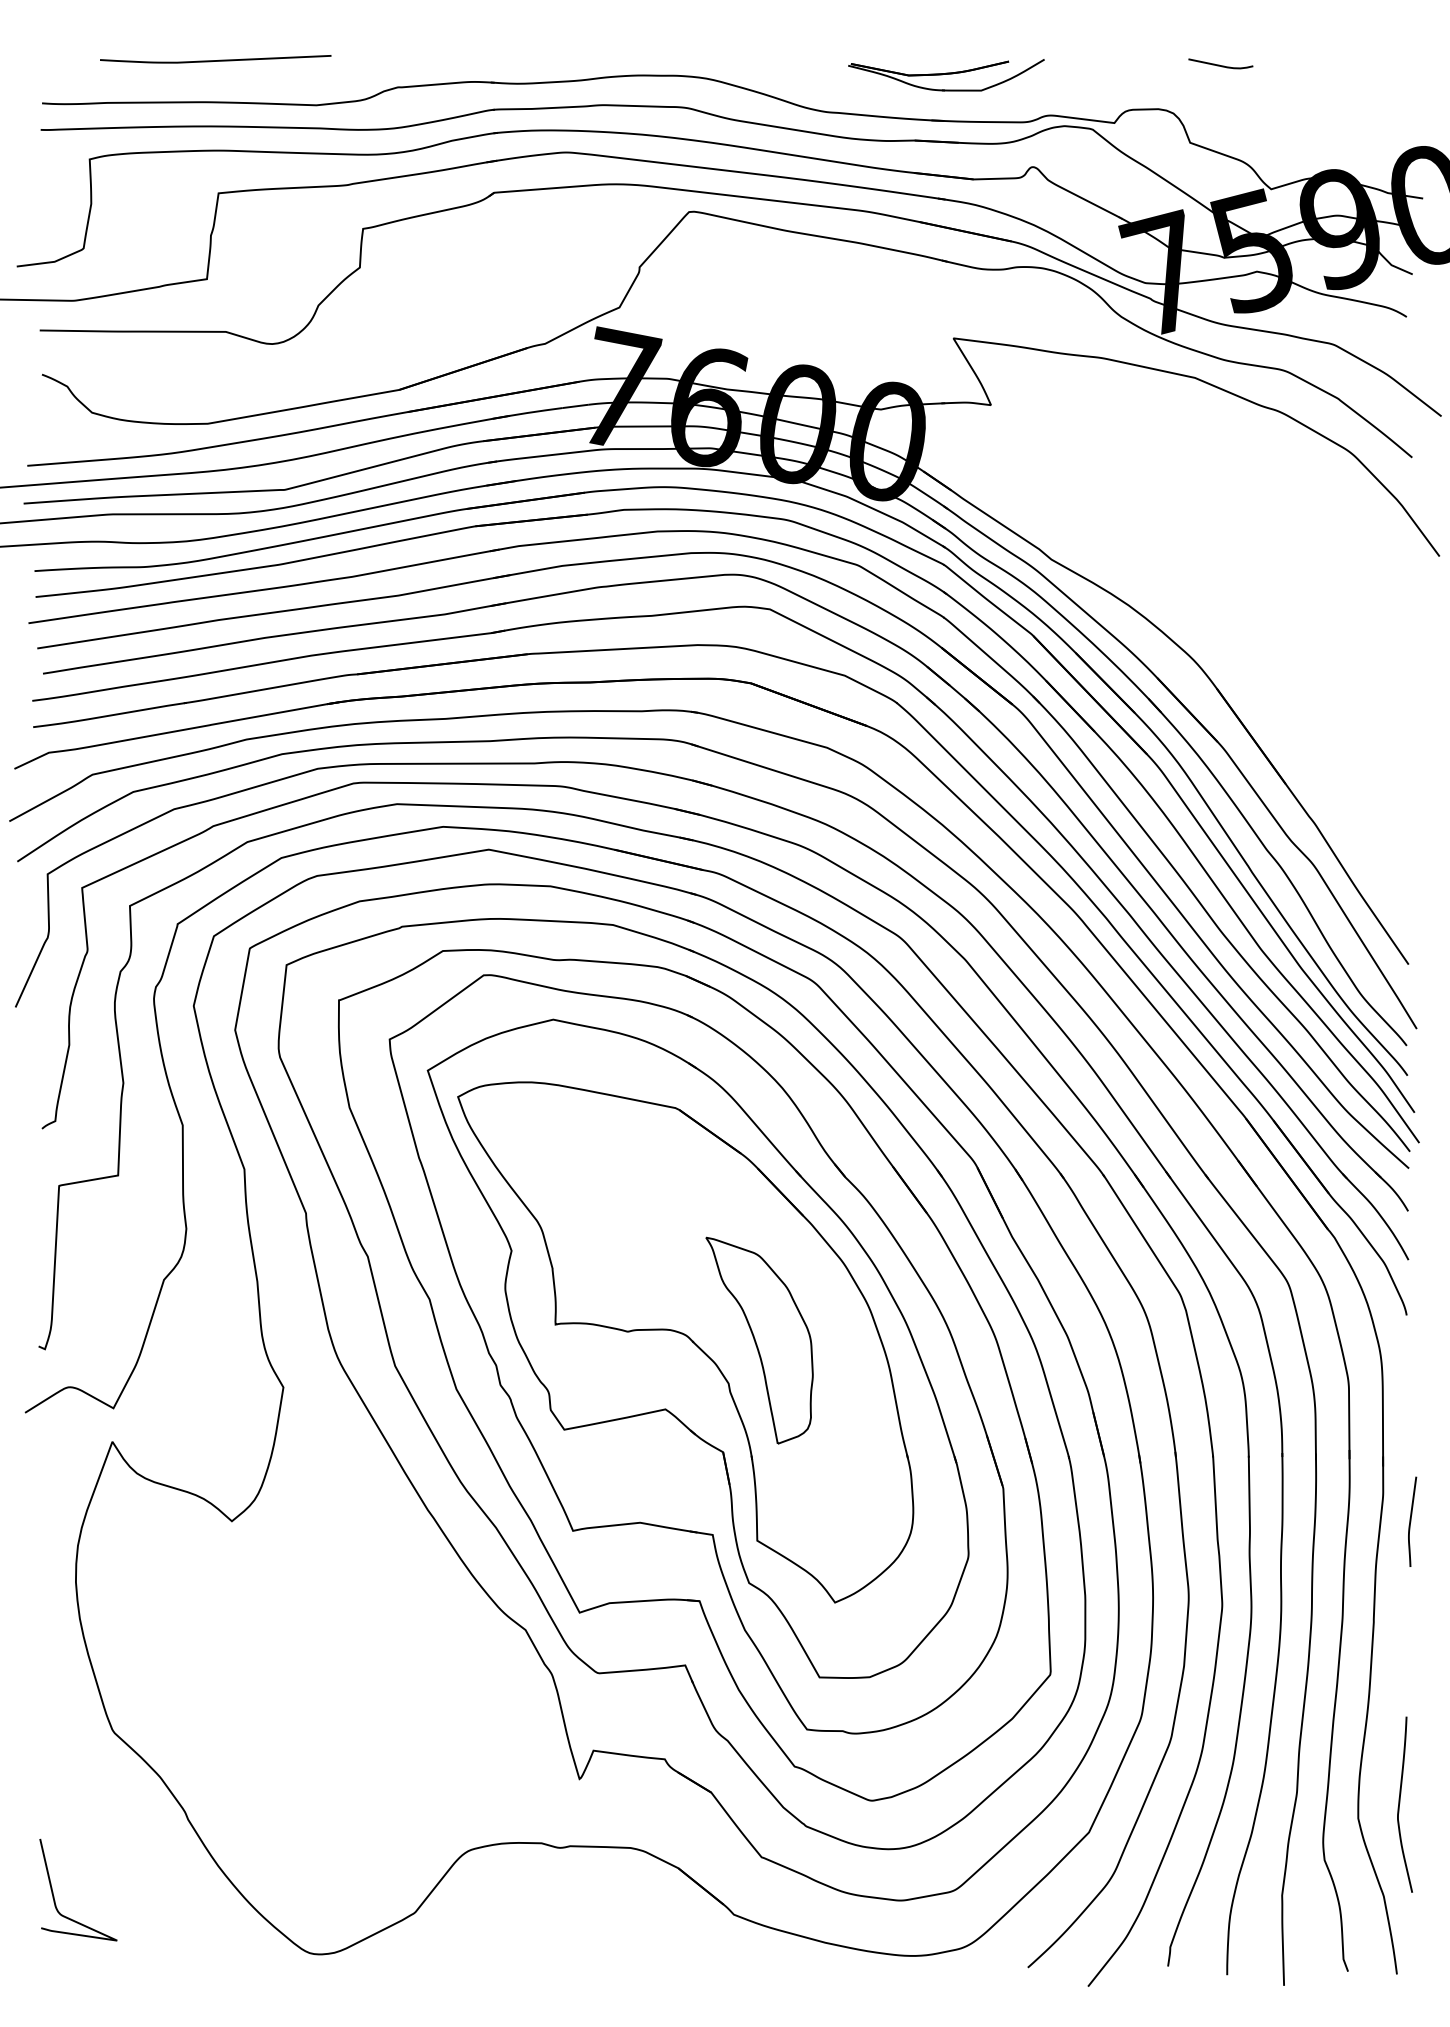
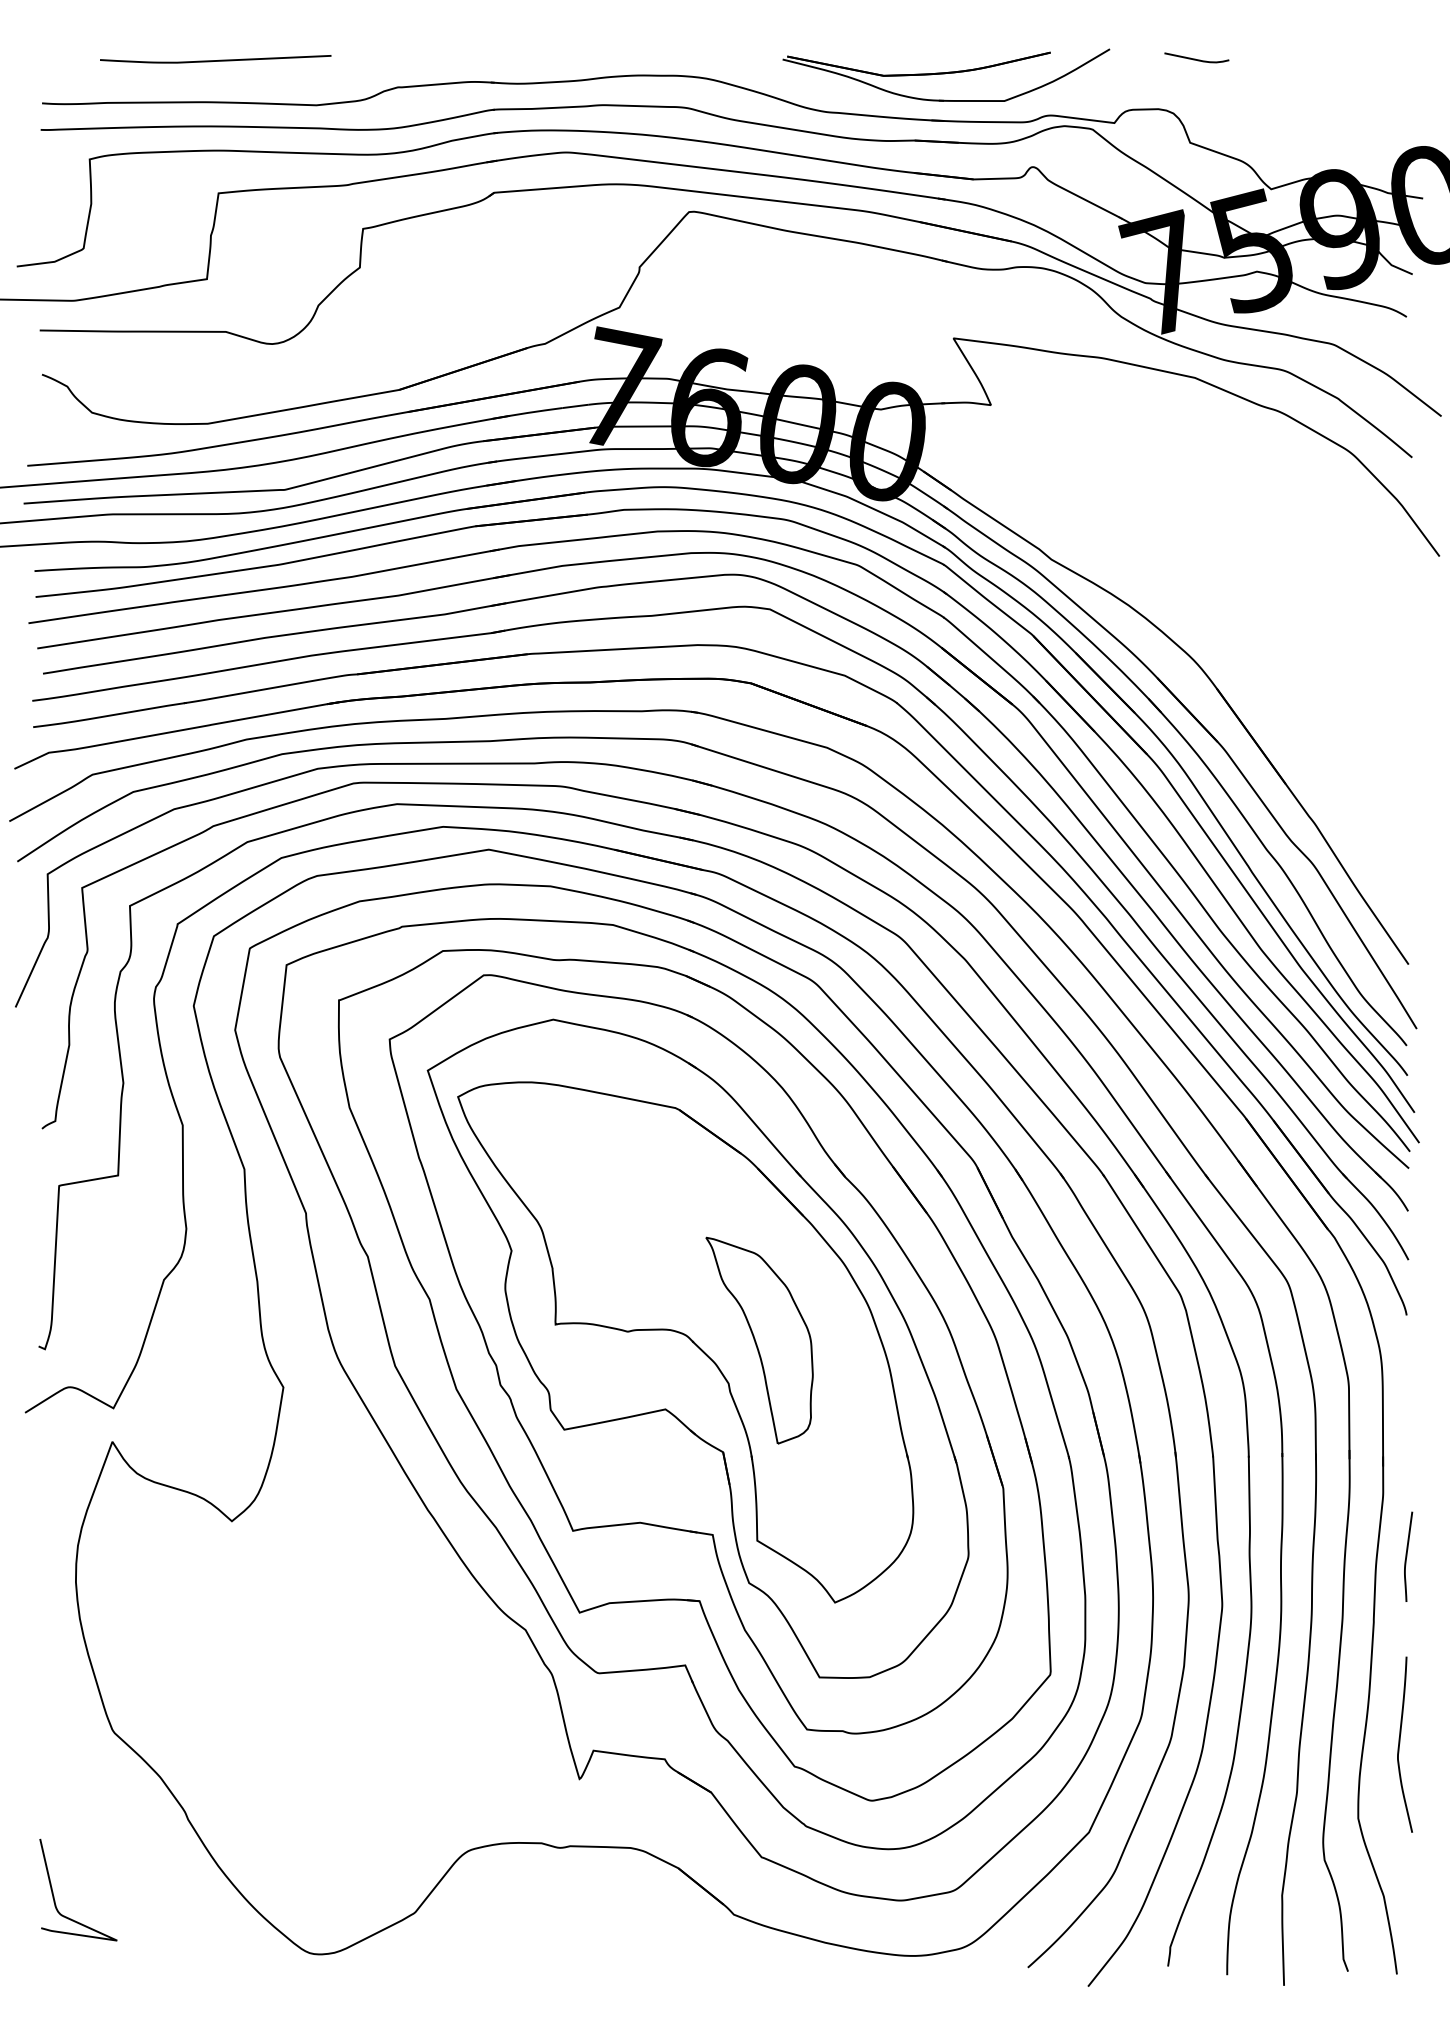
curve at (1219, 64) position: (1219, 64) -> (1195, 58)
part at (946, 75) size: 197x33 px -> 329x54 px
curve at (1411, 1521) position: (1411, 1521) -> (1407, 1556)
curve at (1400, 1803) position: (1400, 1803) -> (1400, 1743)
